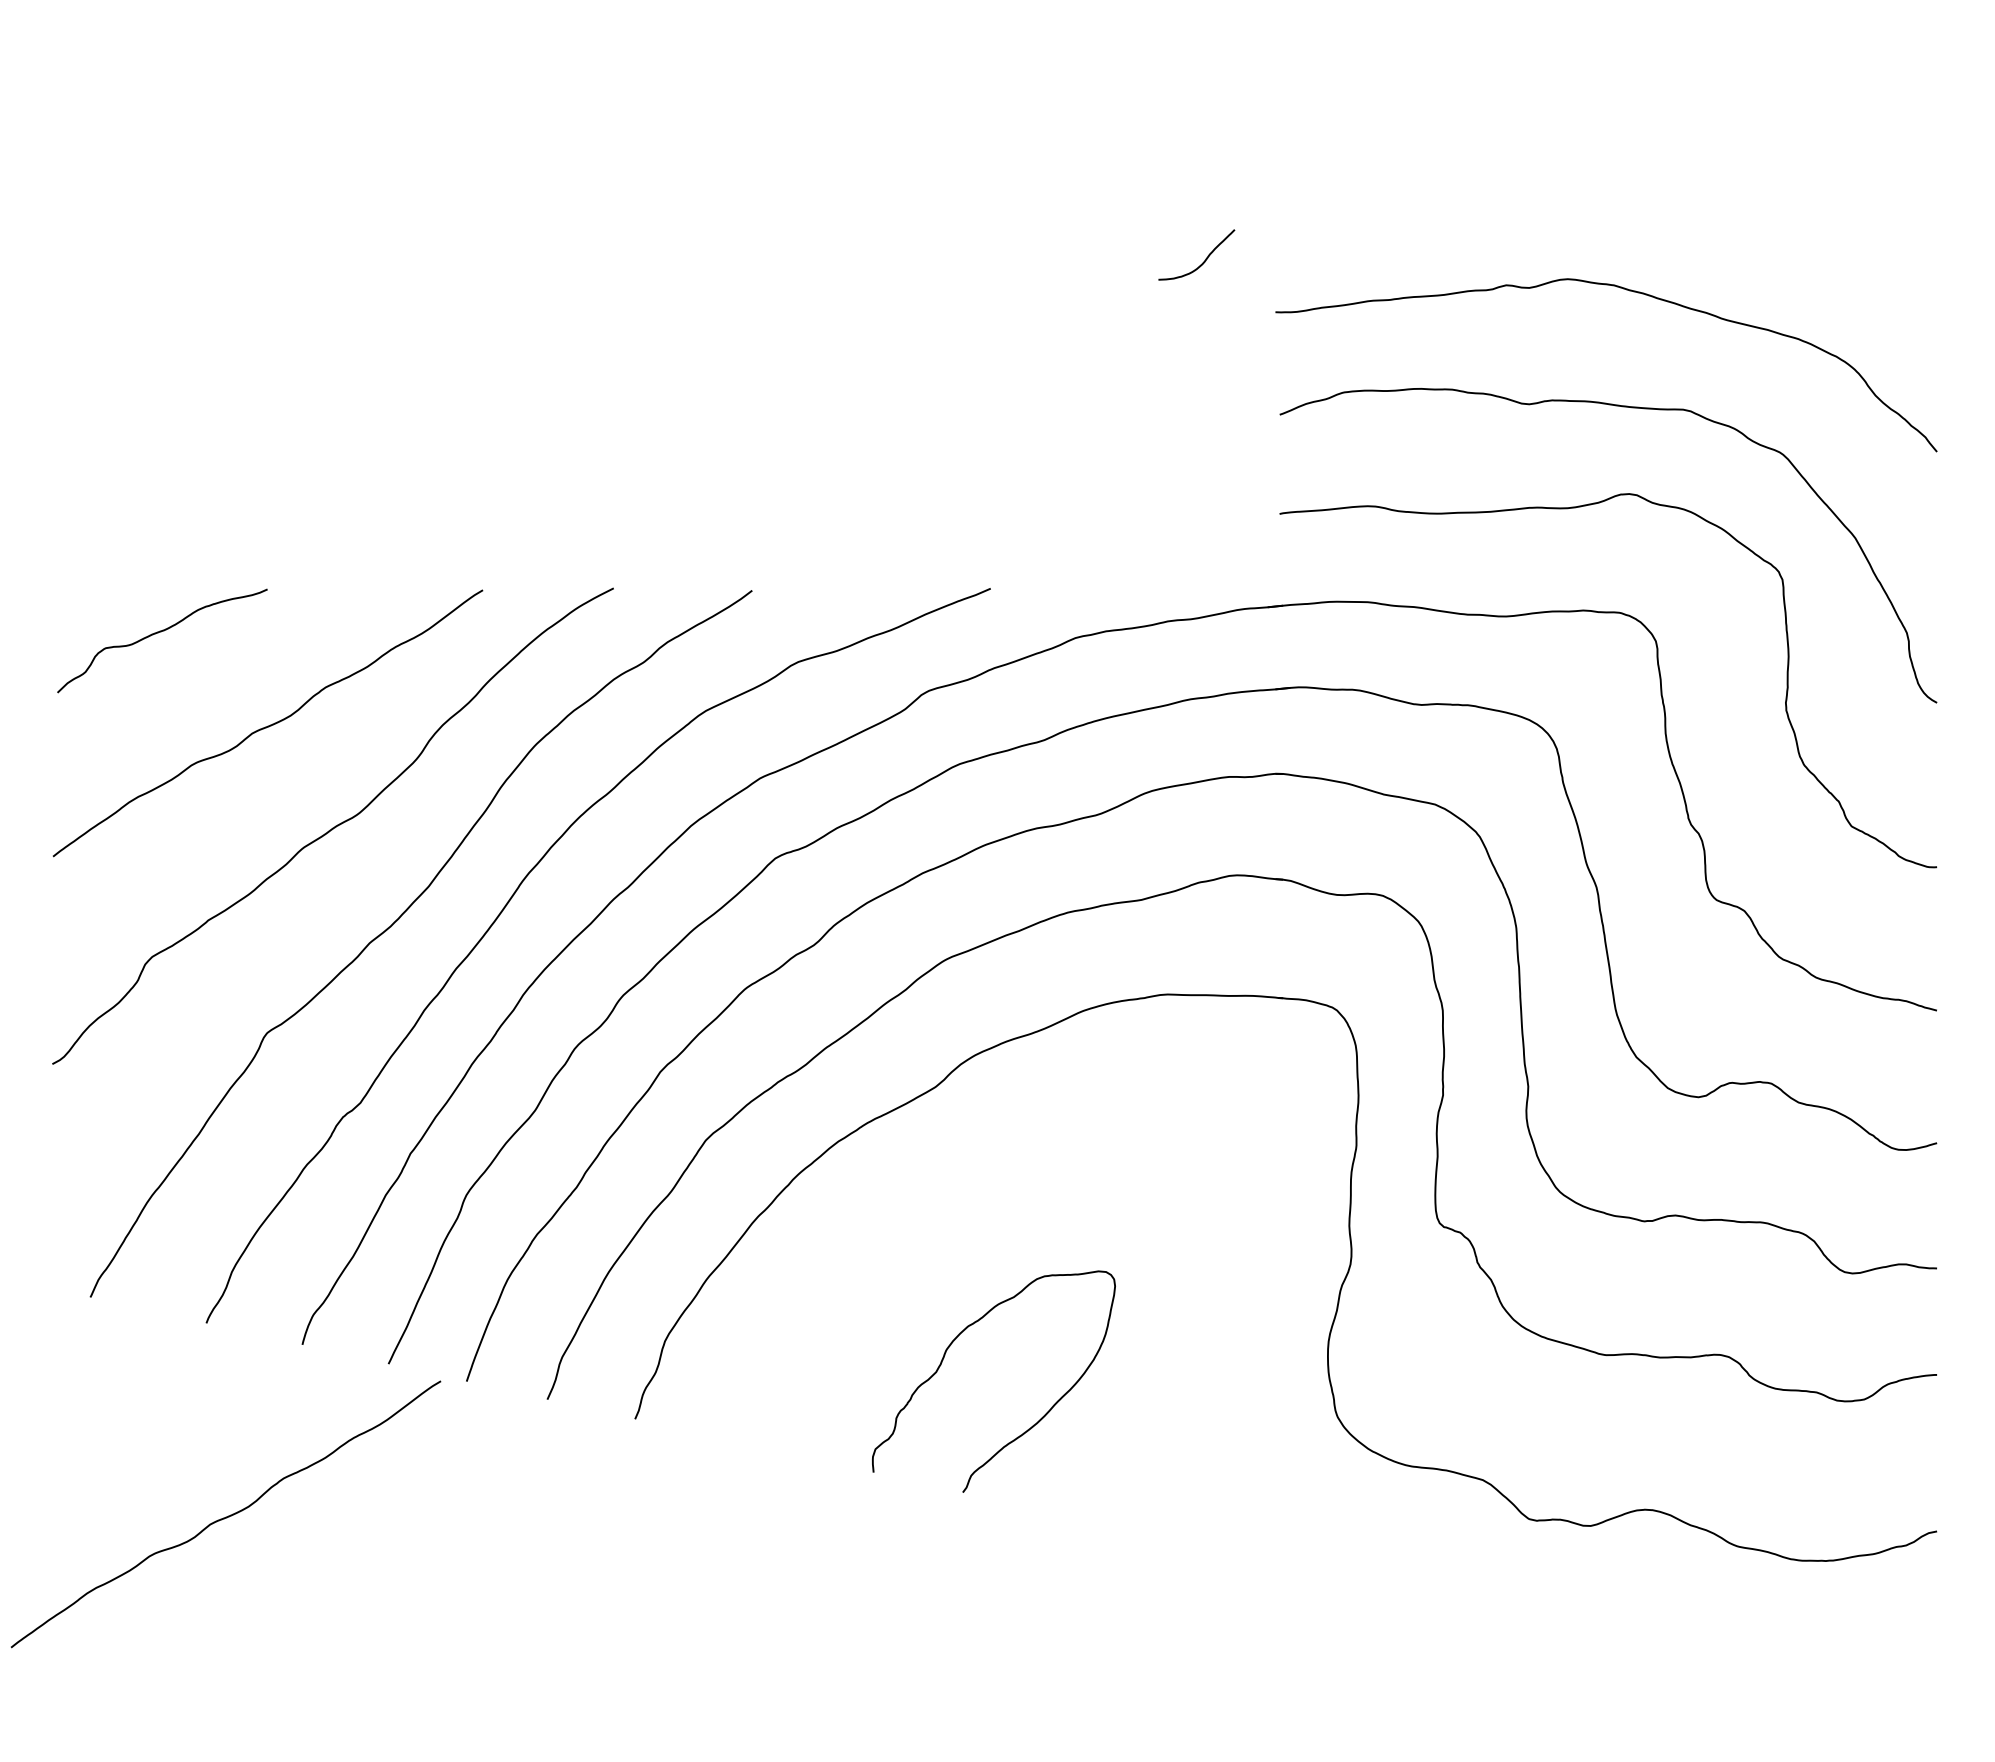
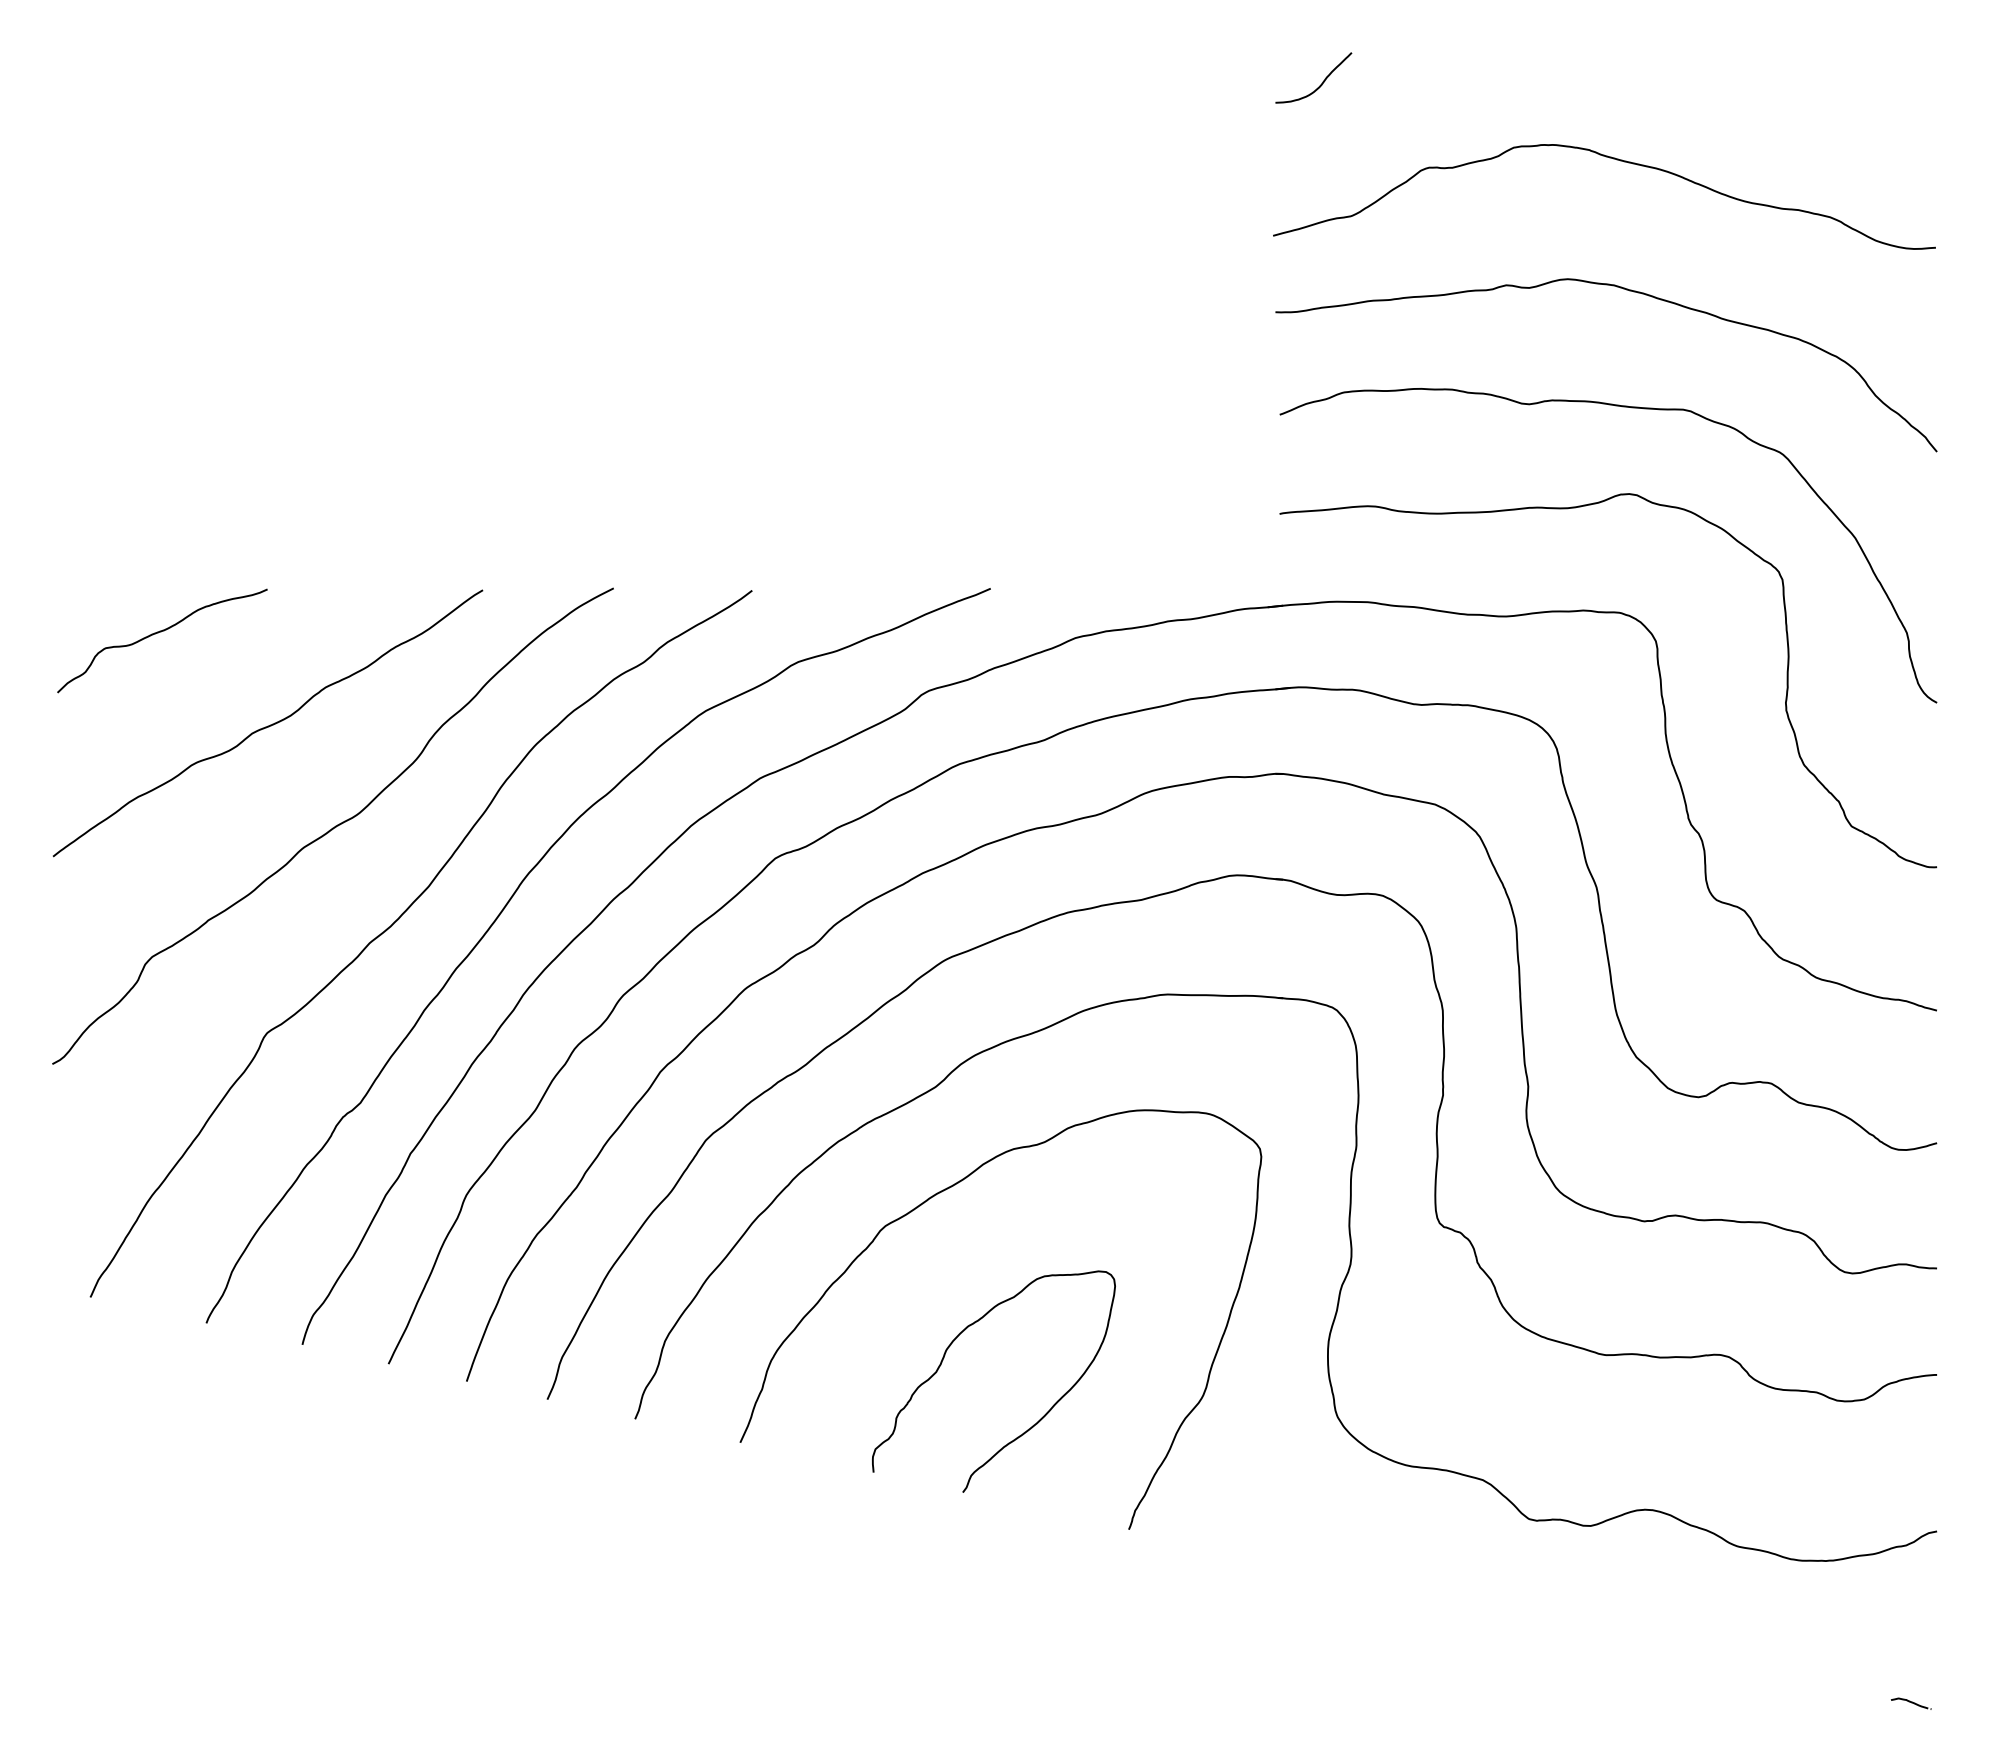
curve at (1616, 160): none -> present
curve at (1205, 258) position: (1205, 258) -> (1322, 81)
curve at (920, 1206): none -> present
curve at (226, 1516): present -> none
part at (1911, 1703): none -> present
